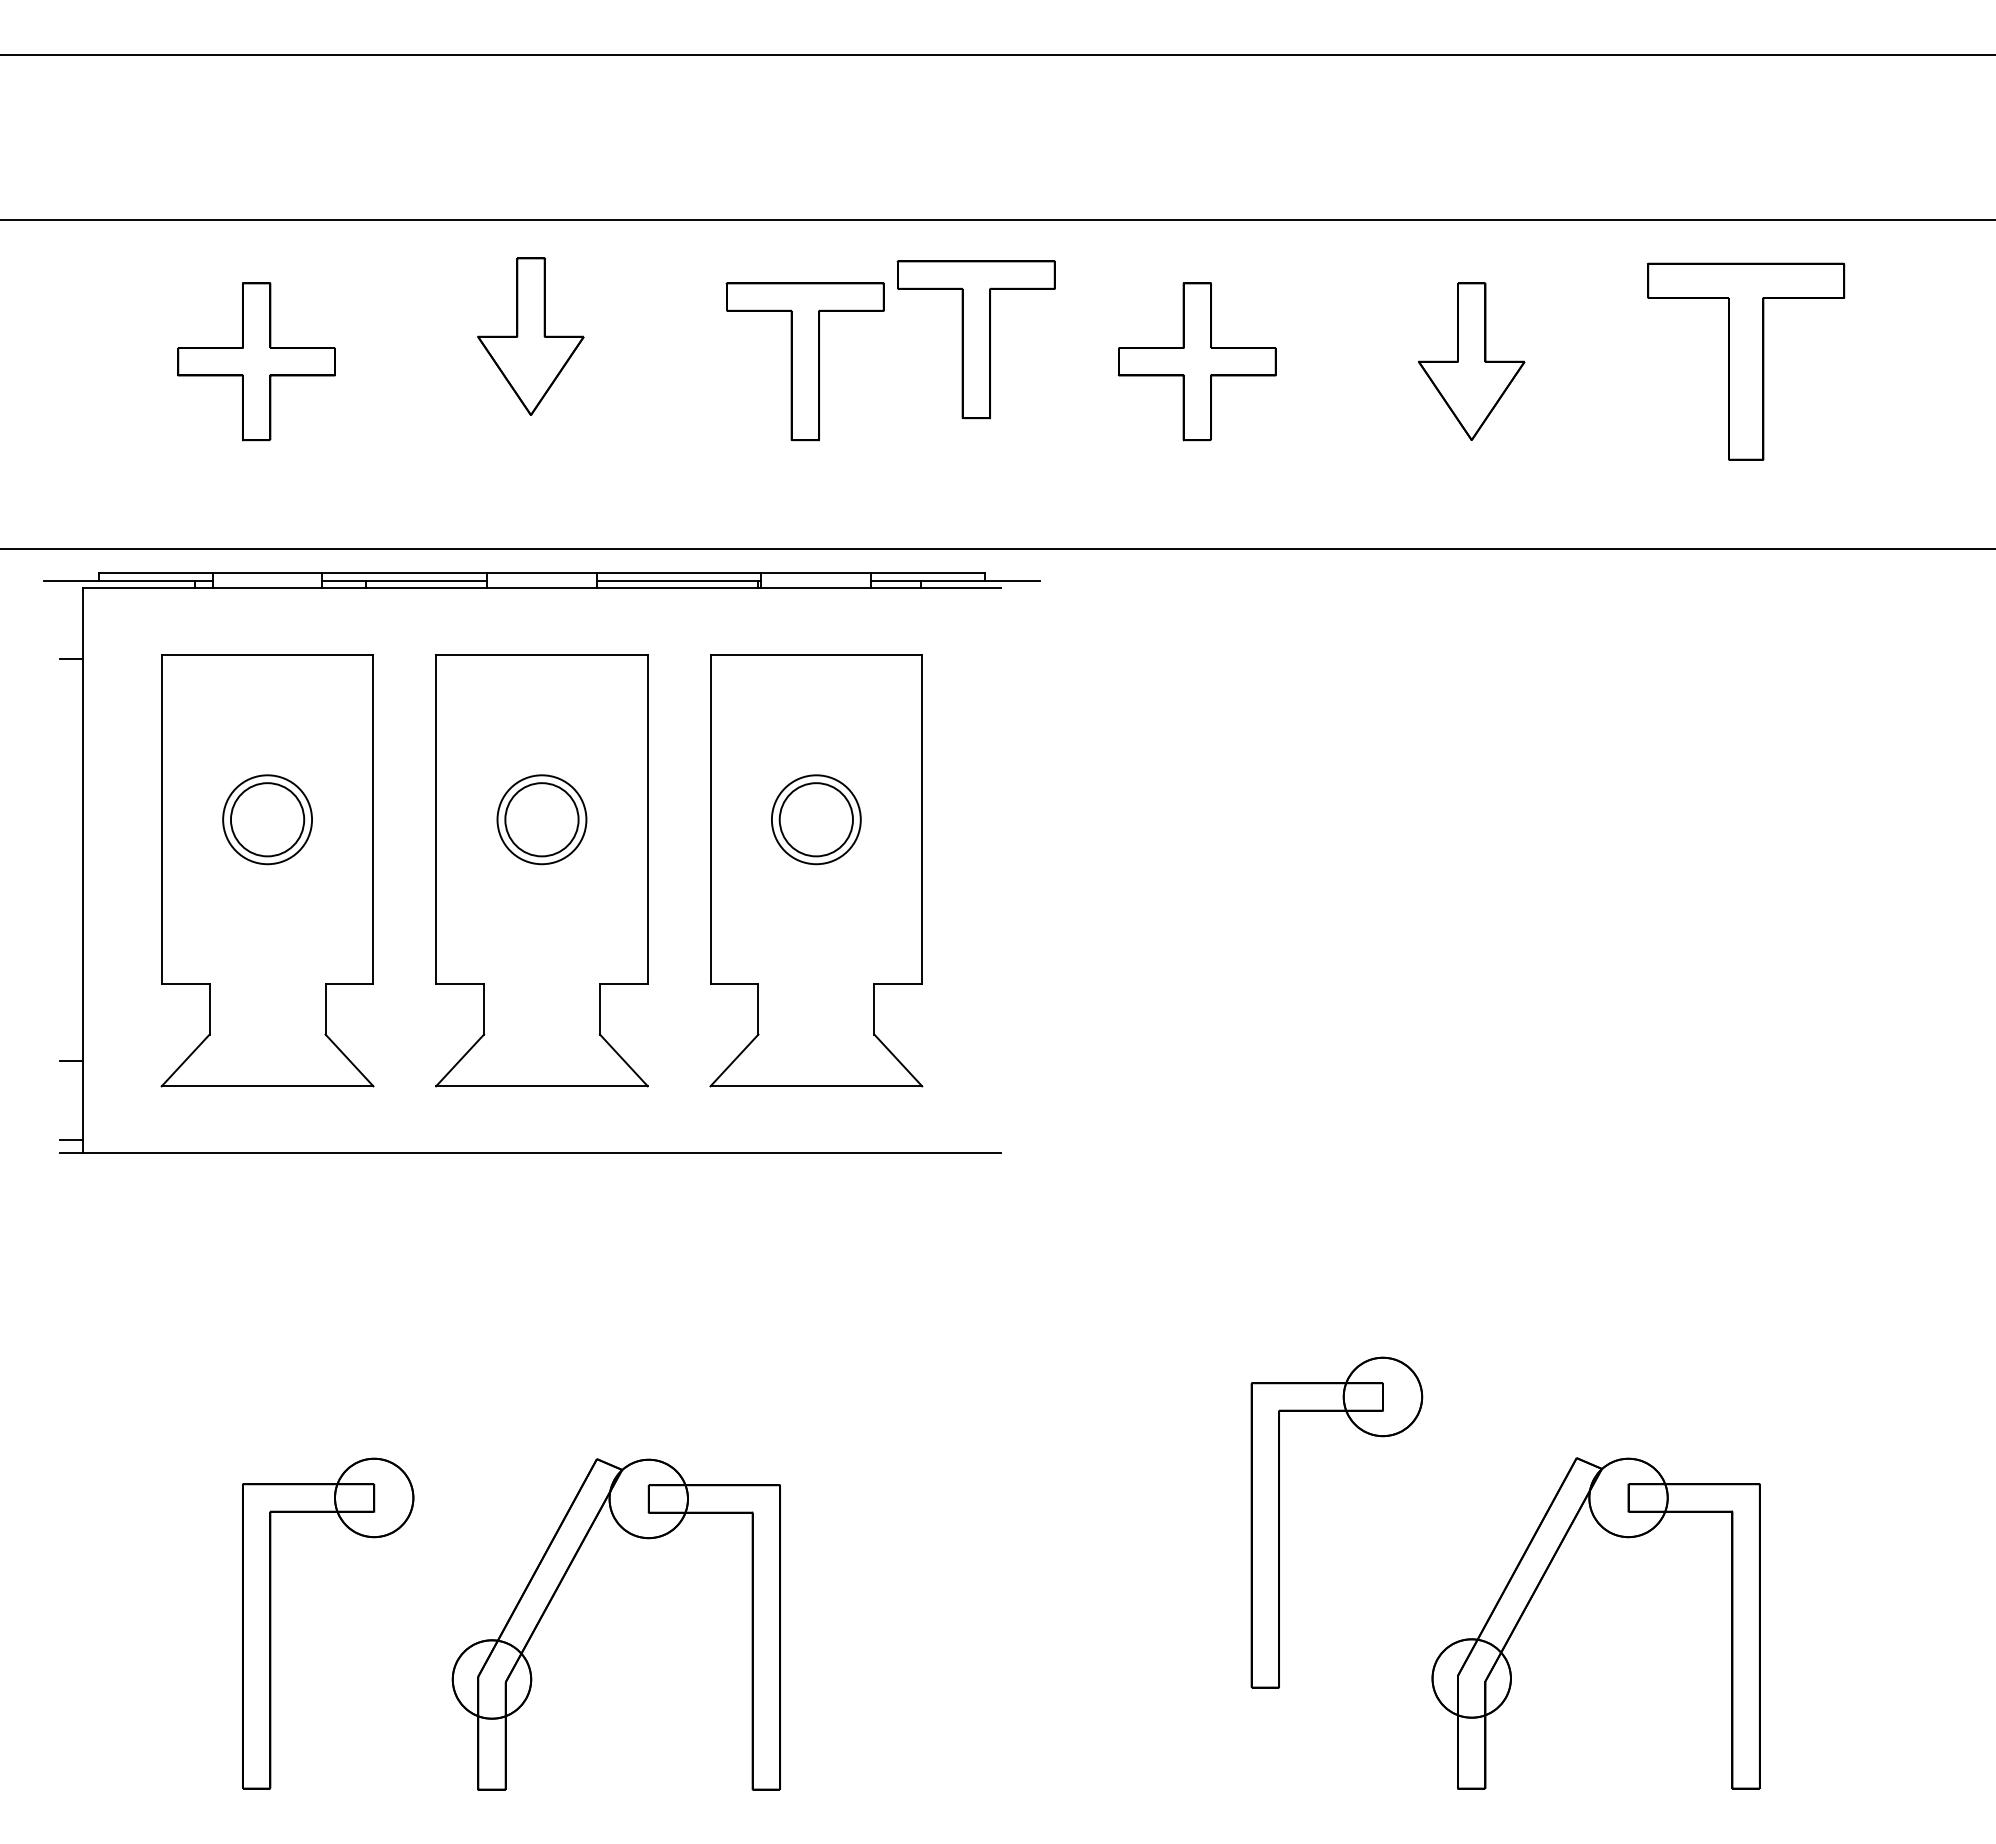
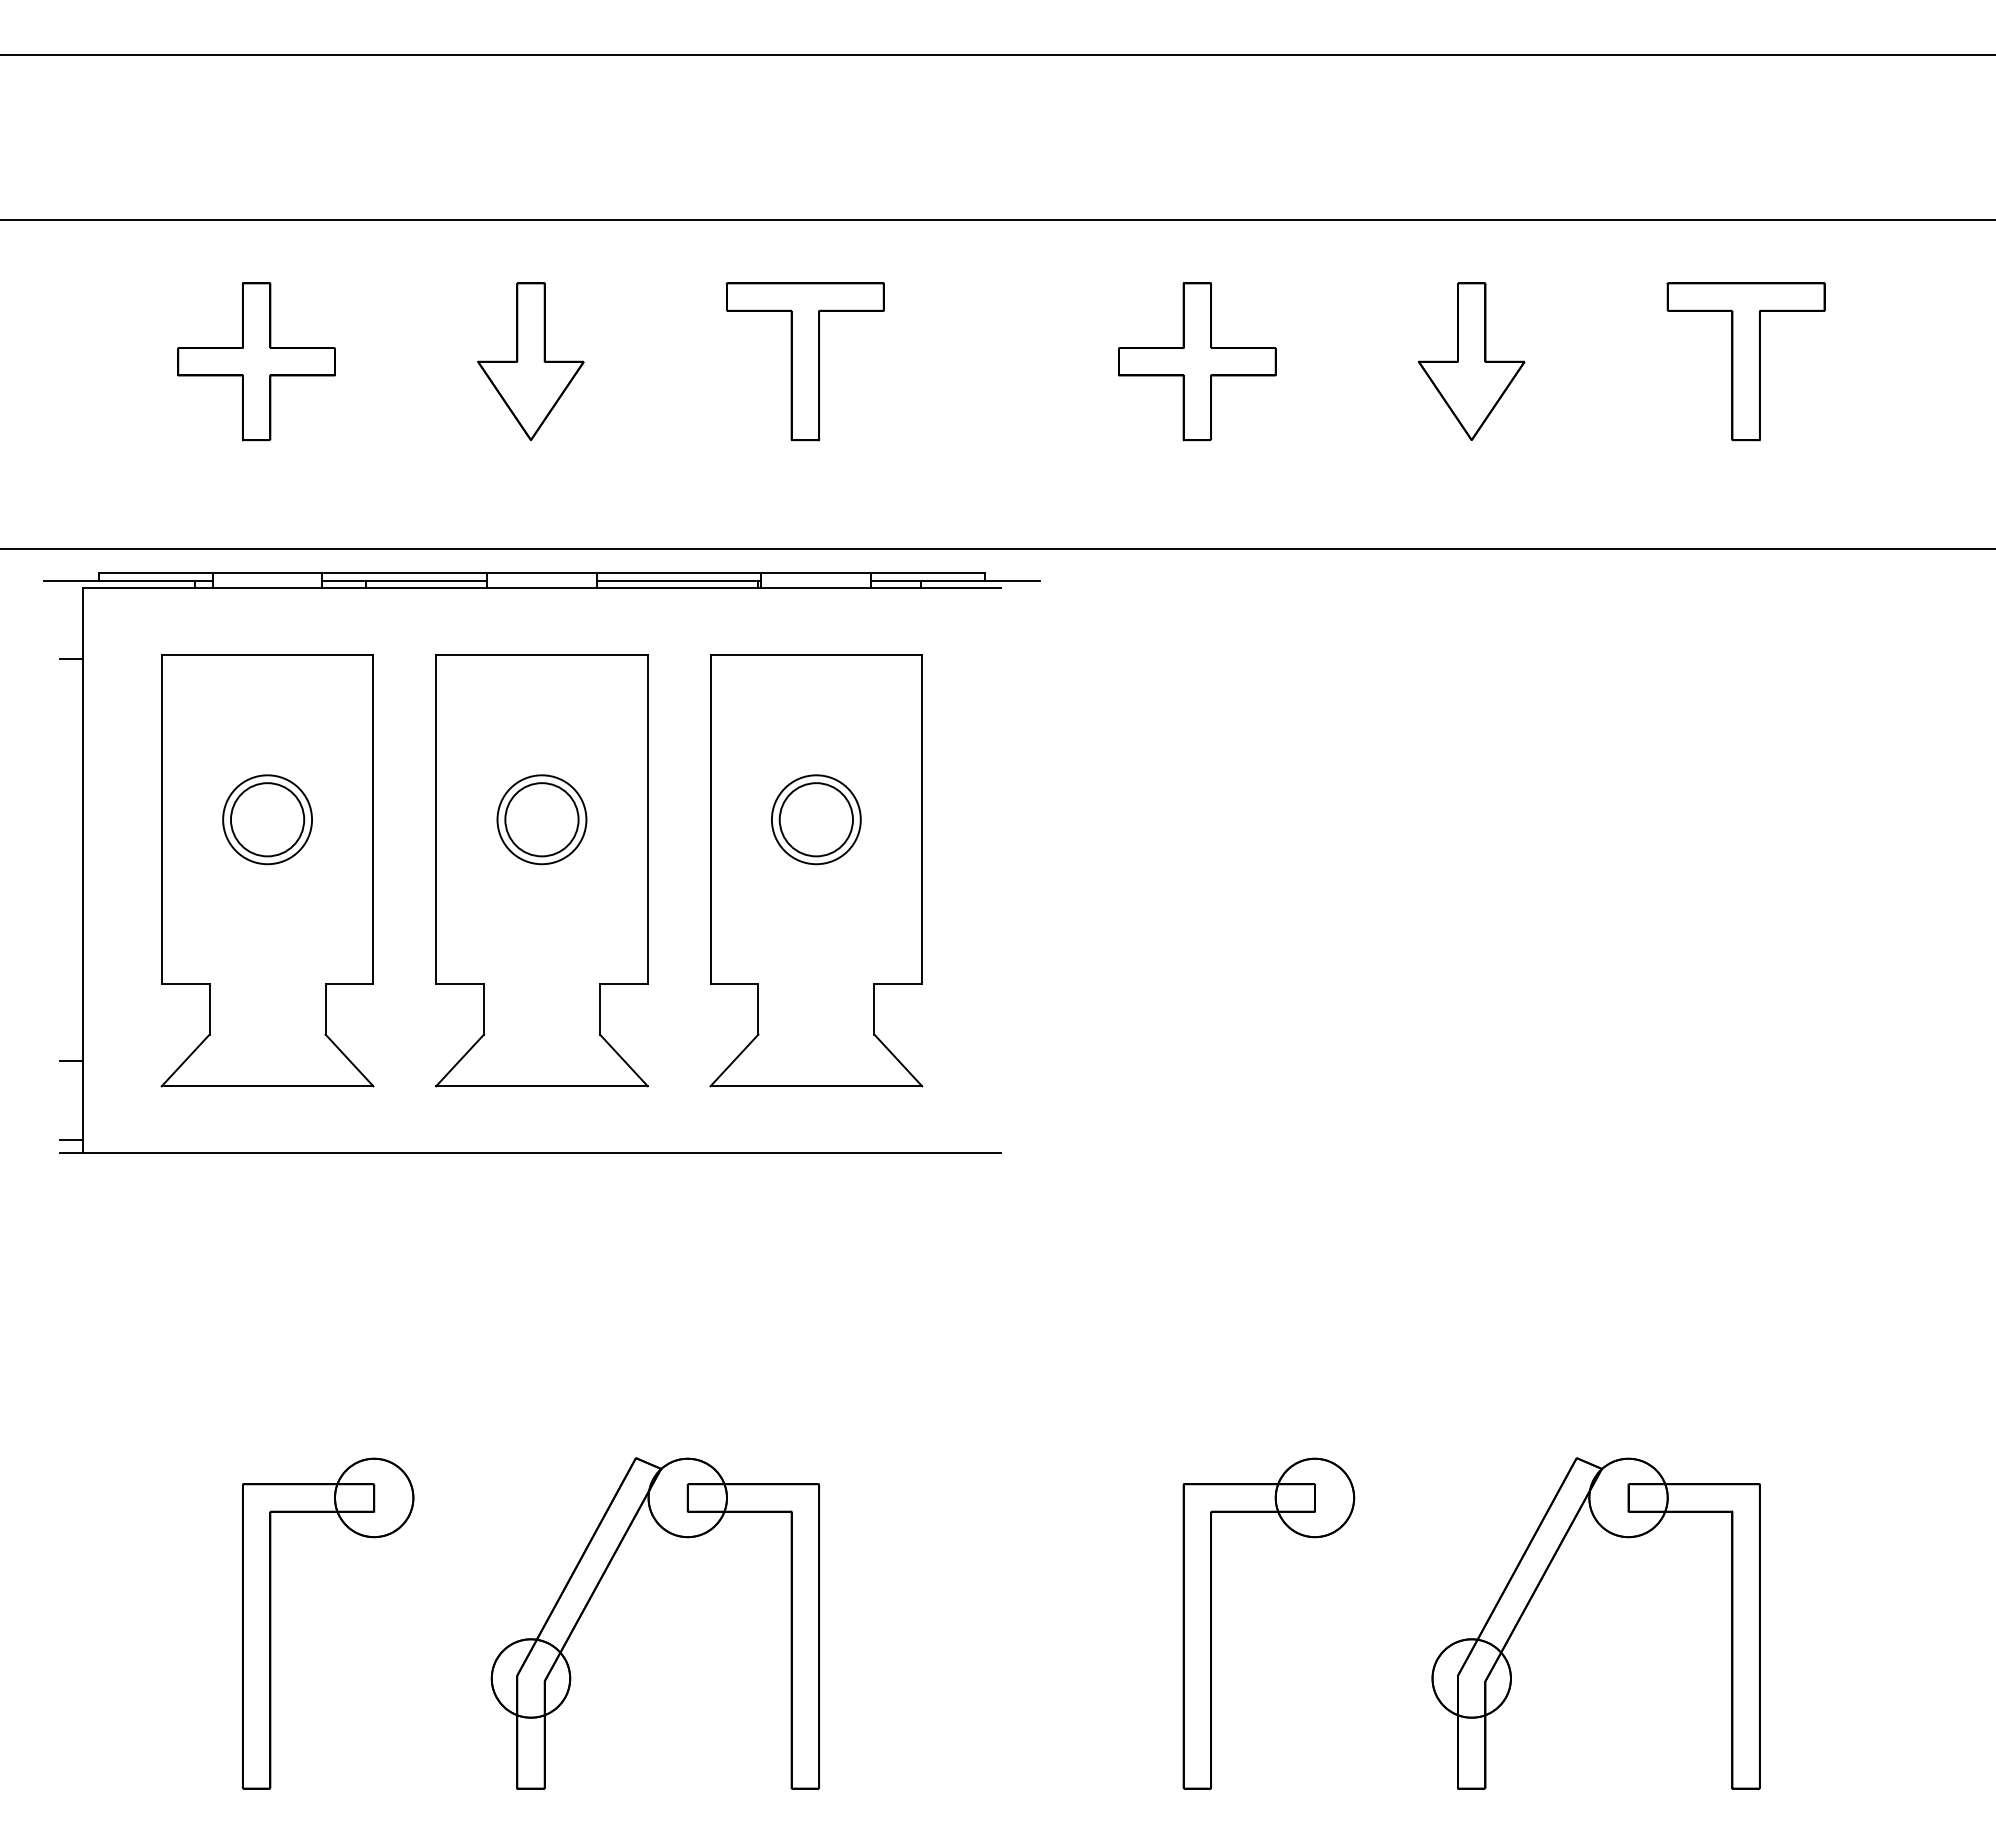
part at (530, 336) position: (530, 336) -> (530, 361)
part at (975, 339): present -> none
part at (1746, 361) size: 199x199 px -> 160x160 px
part at (1279, 1522) position: (1279, 1522) -> (1211, 1623)
part at (555, 1594) position: (555, 1594) -> (594, 1593)
